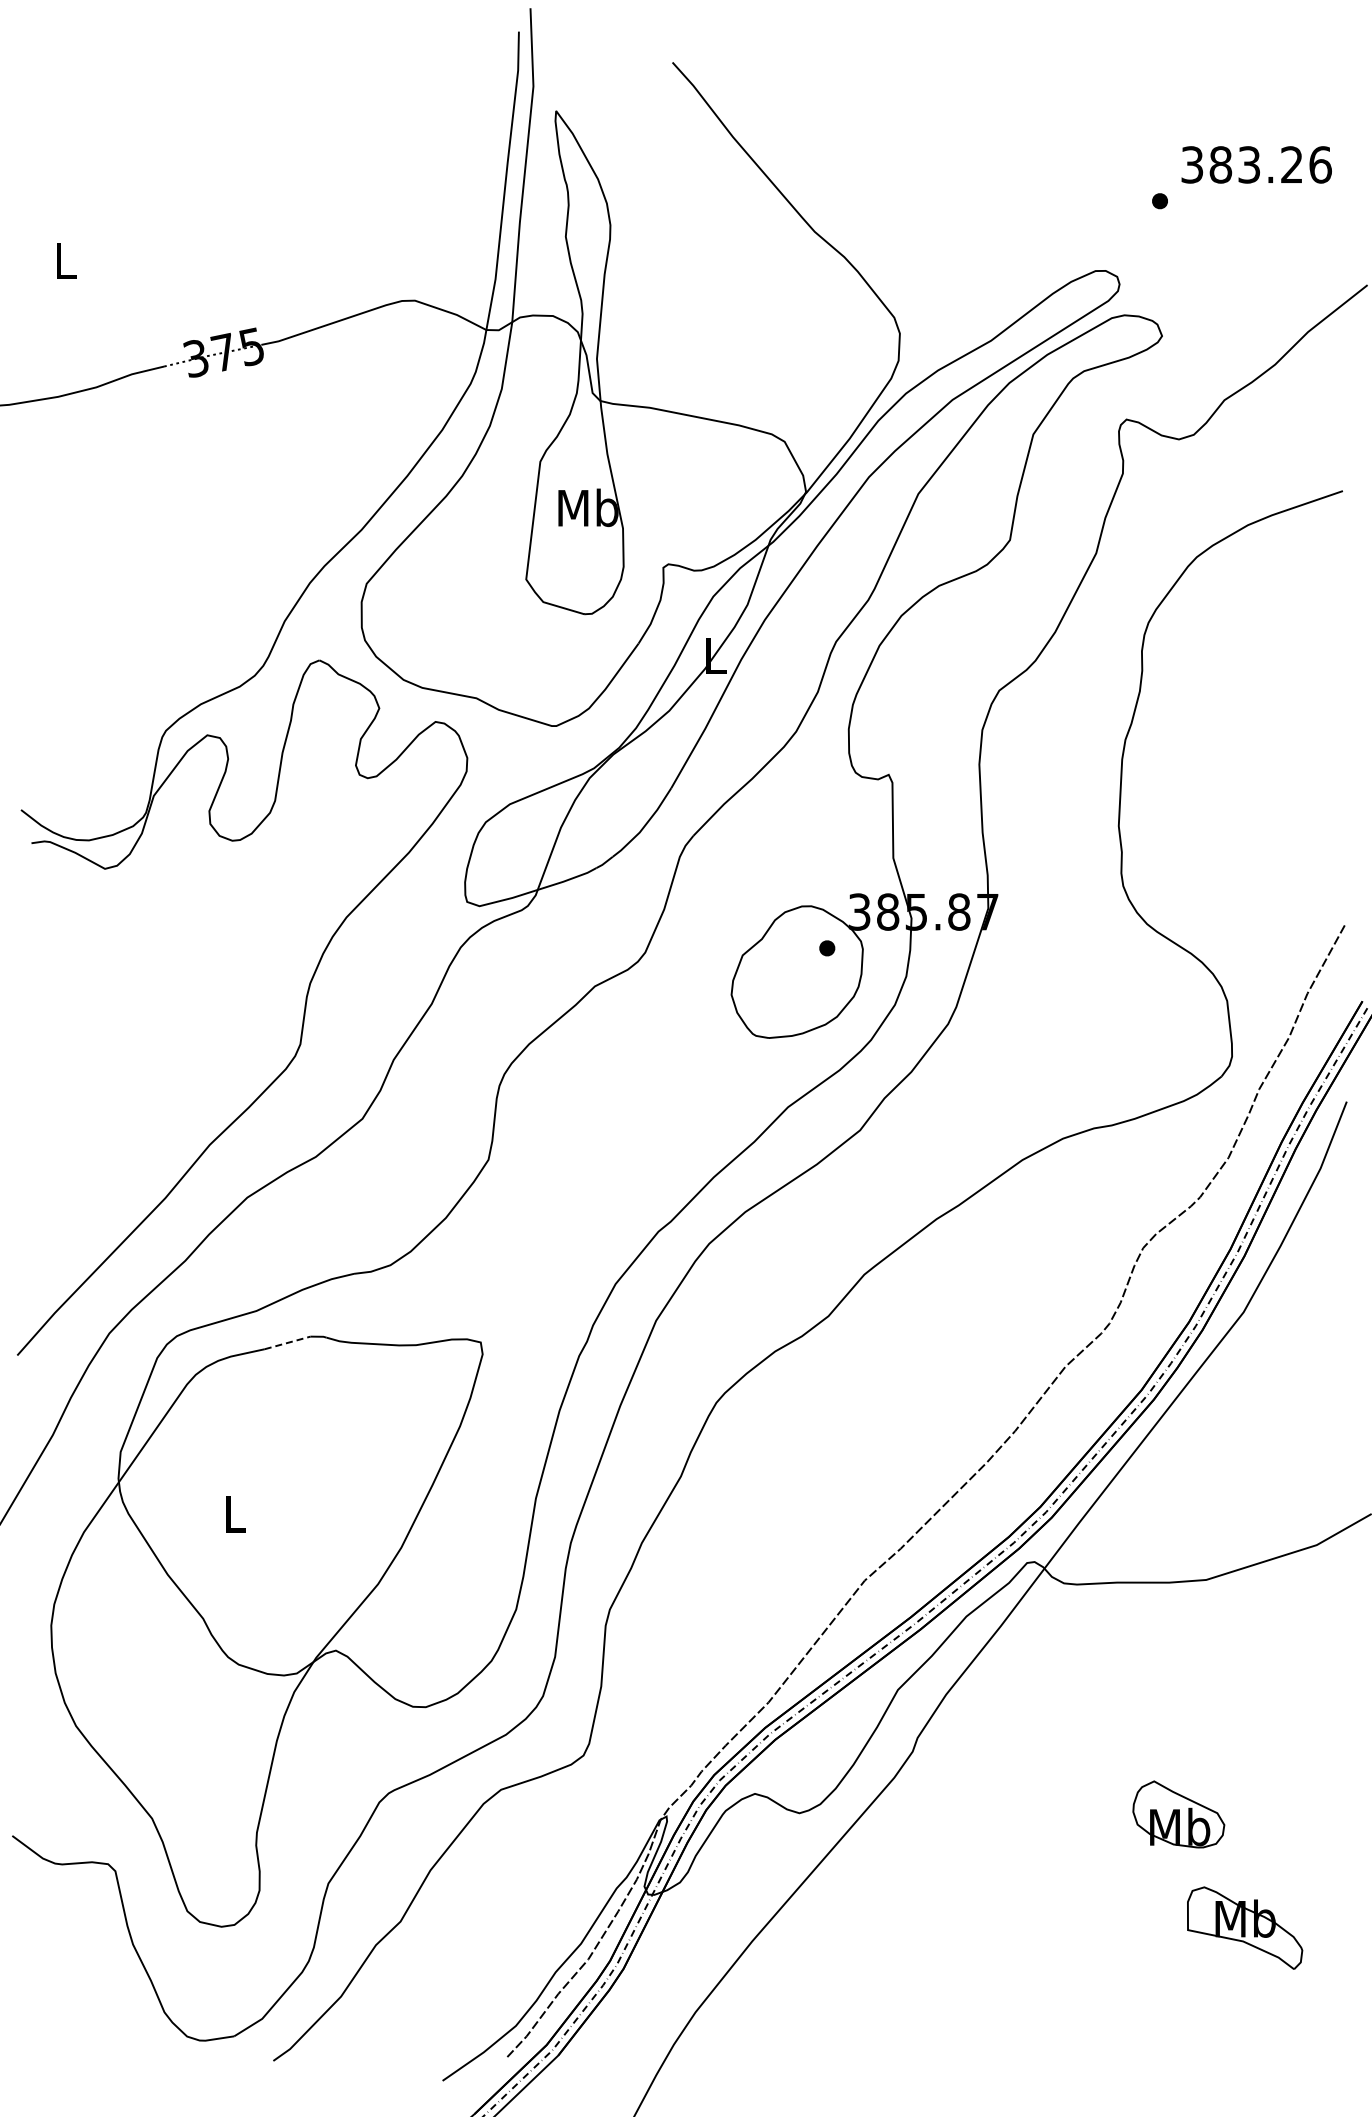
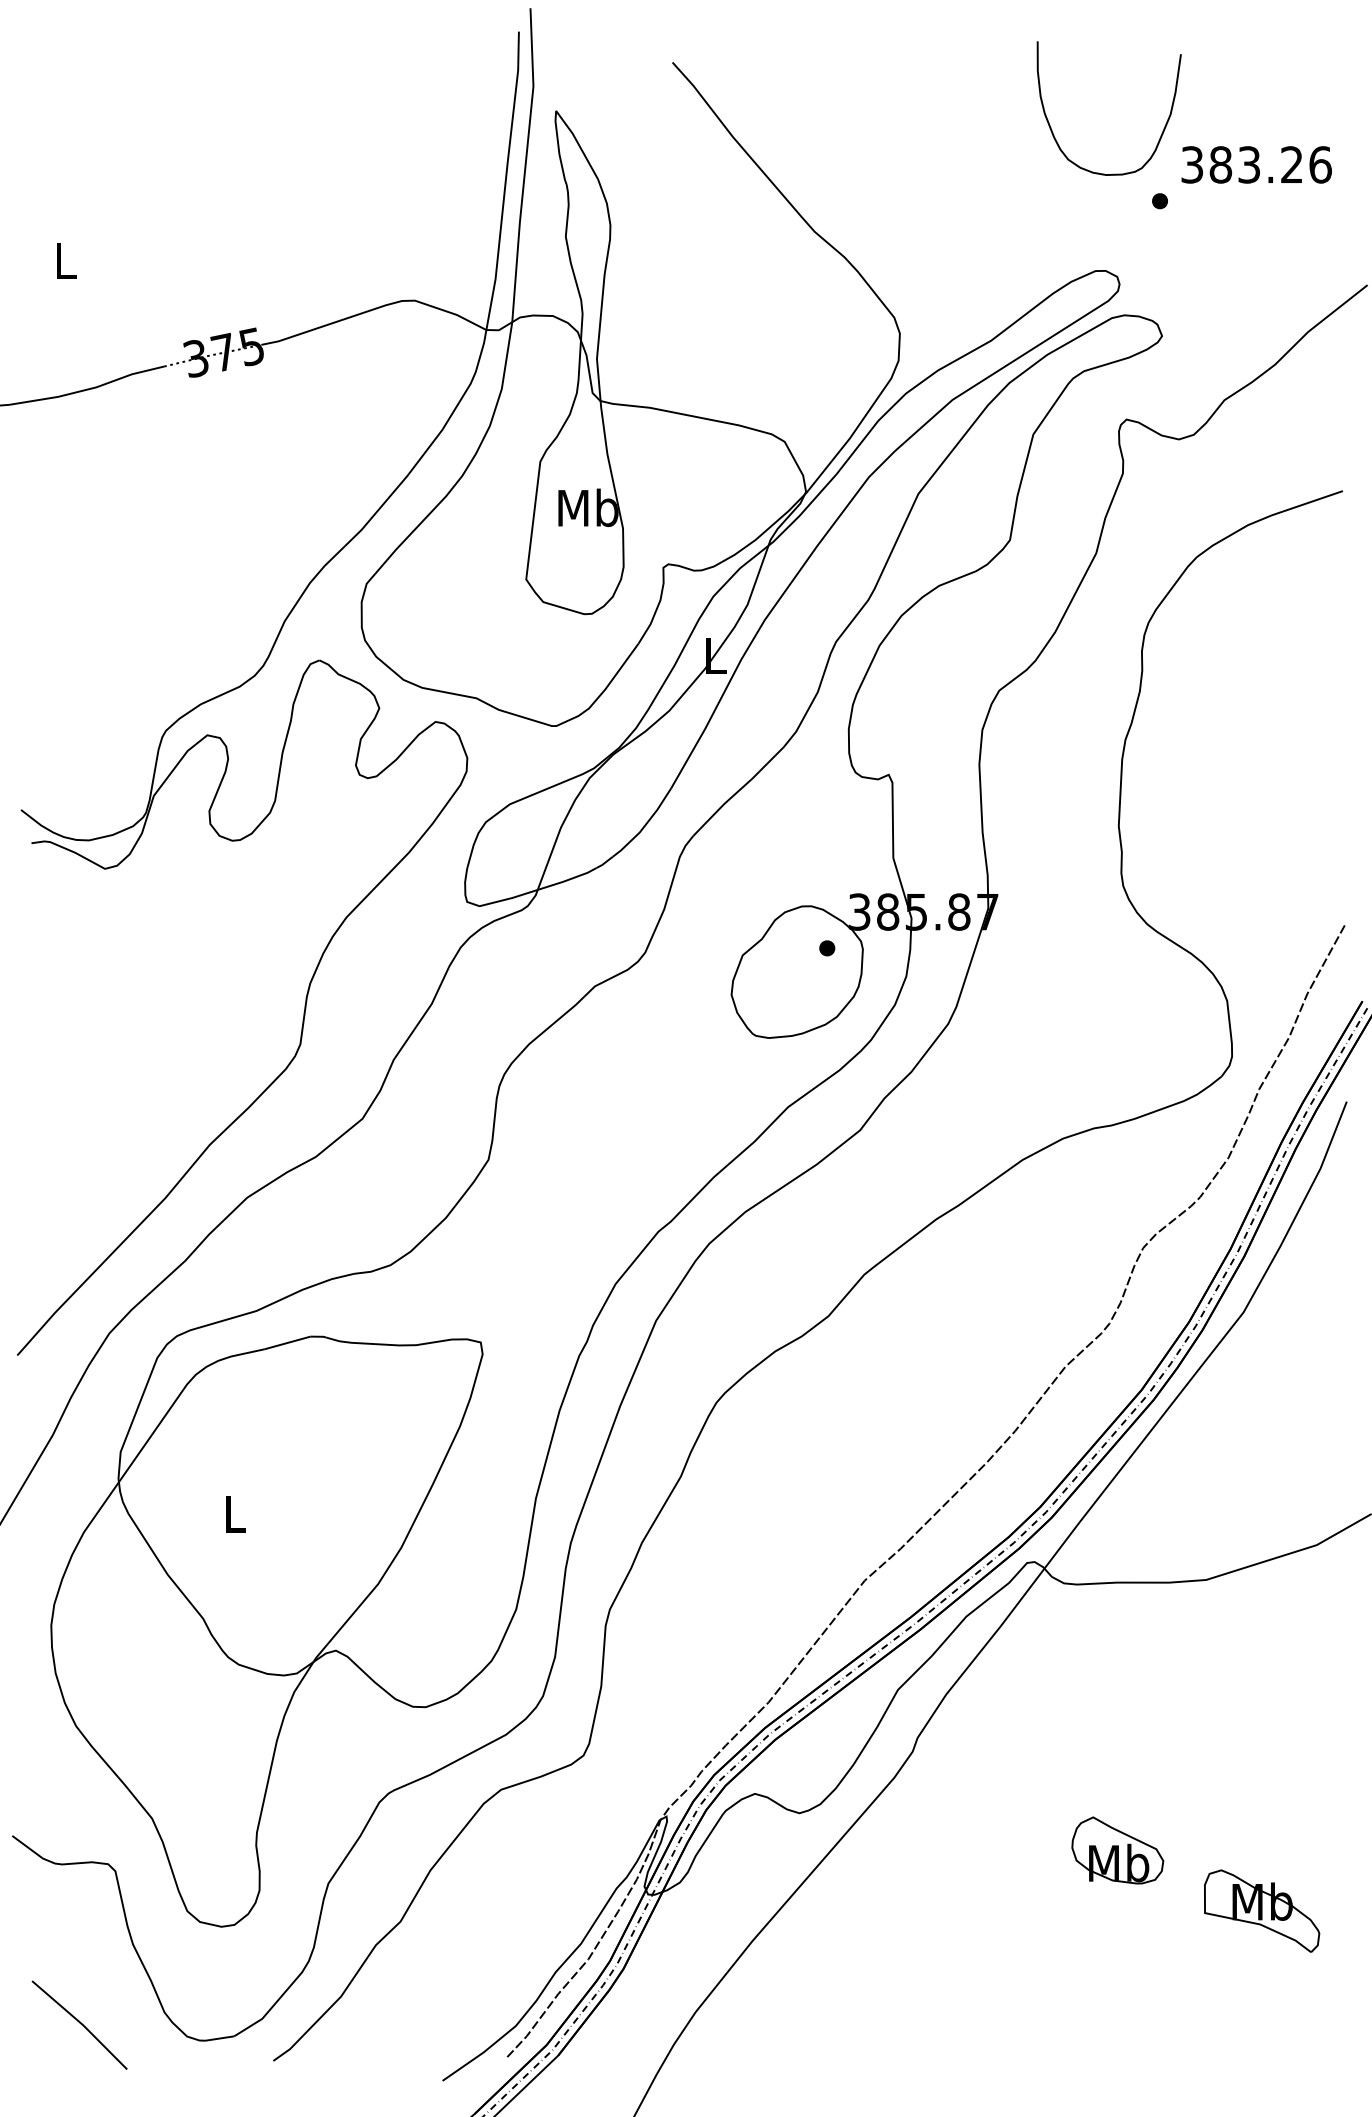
curve at (1162, 130): none -> present
line at (287, 1342): dashed -> solid
part at (1178, 1814) position: (1178, 1814) -> (1117, 1850)
part at (1245, 1927) position: (1245, 1927) -> (1262, 1910)
line at (79, 2023): none -> present
